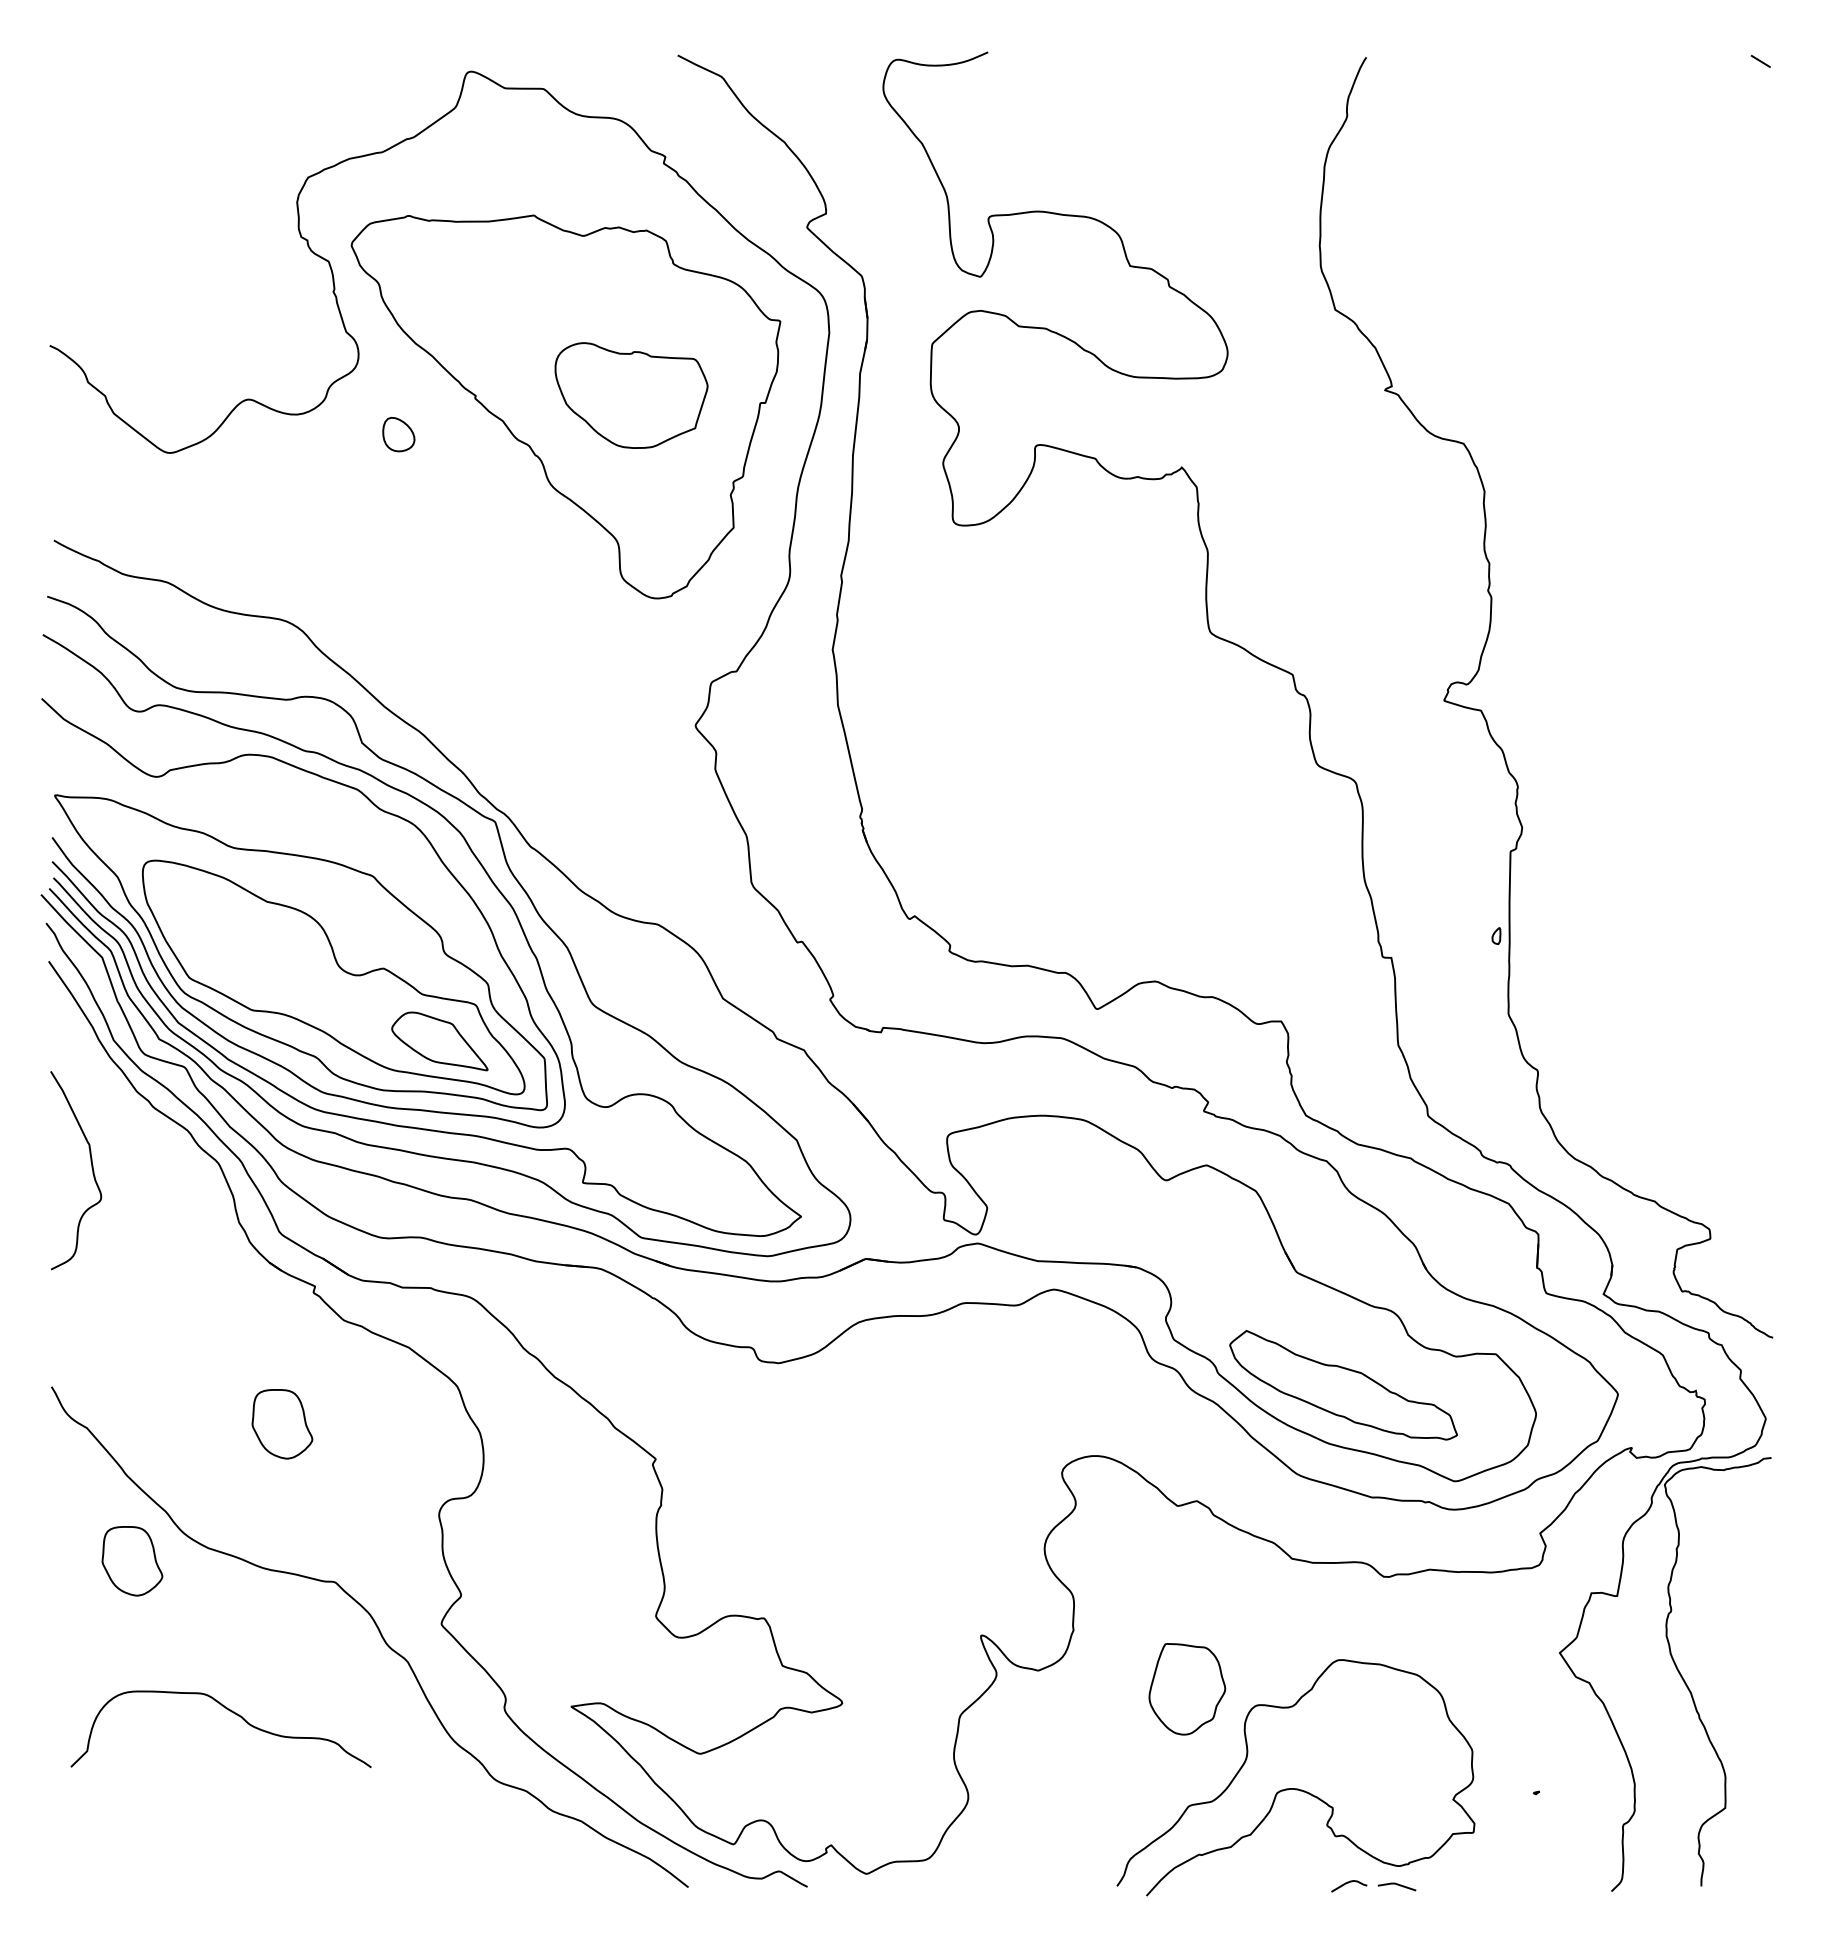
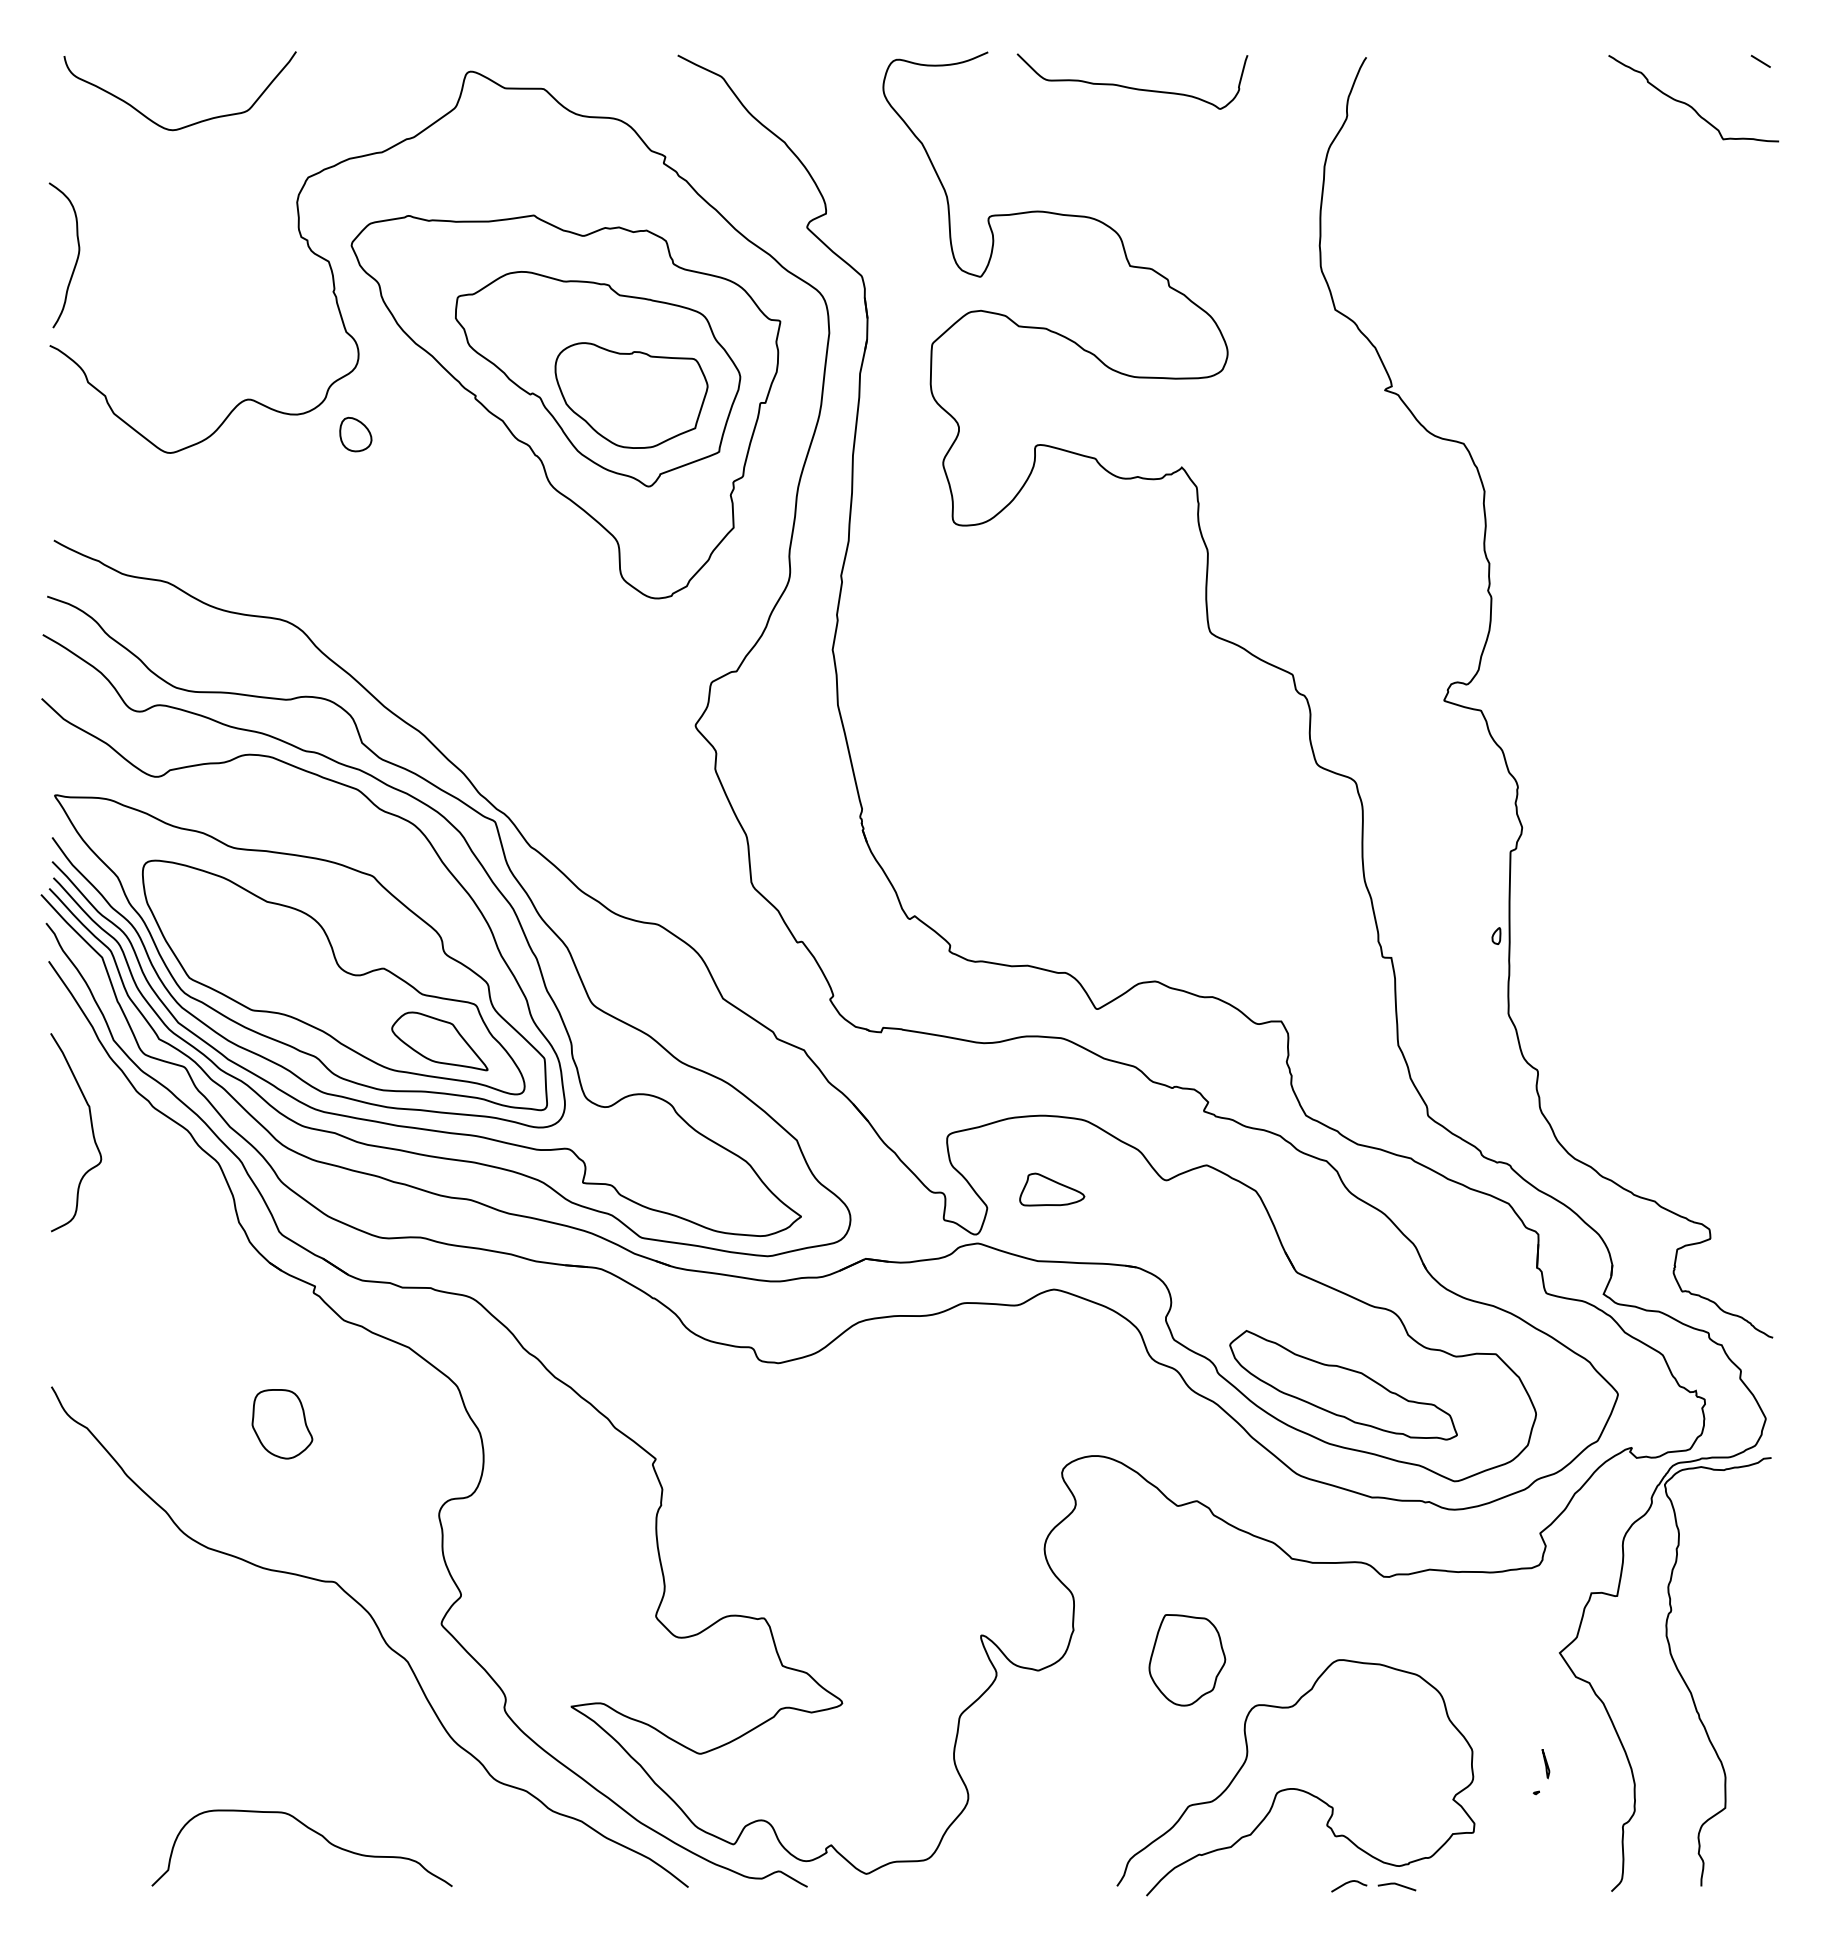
curve at (1132, 87): none -> present
curve at (1689, 104): none -> present
curve at (189, 124): none -> present
curve at (76, 258): none -> present
part at (598, 379): none -> present
part at (398, 434) position: (398, 434) -> (355, 434)
curve at (91, 1168) position: (91, 1168) -> (91, 1130)
part at (1052, 1189): none -> present
part at (132, 1561): present -> none
part at (1187, 1689) position: (1187, 1689) -> (1187, 1660)
curve at (229, 1711) position: (229, 1711) -> (310, 1830)
part at (1545, 1764): none -> present
